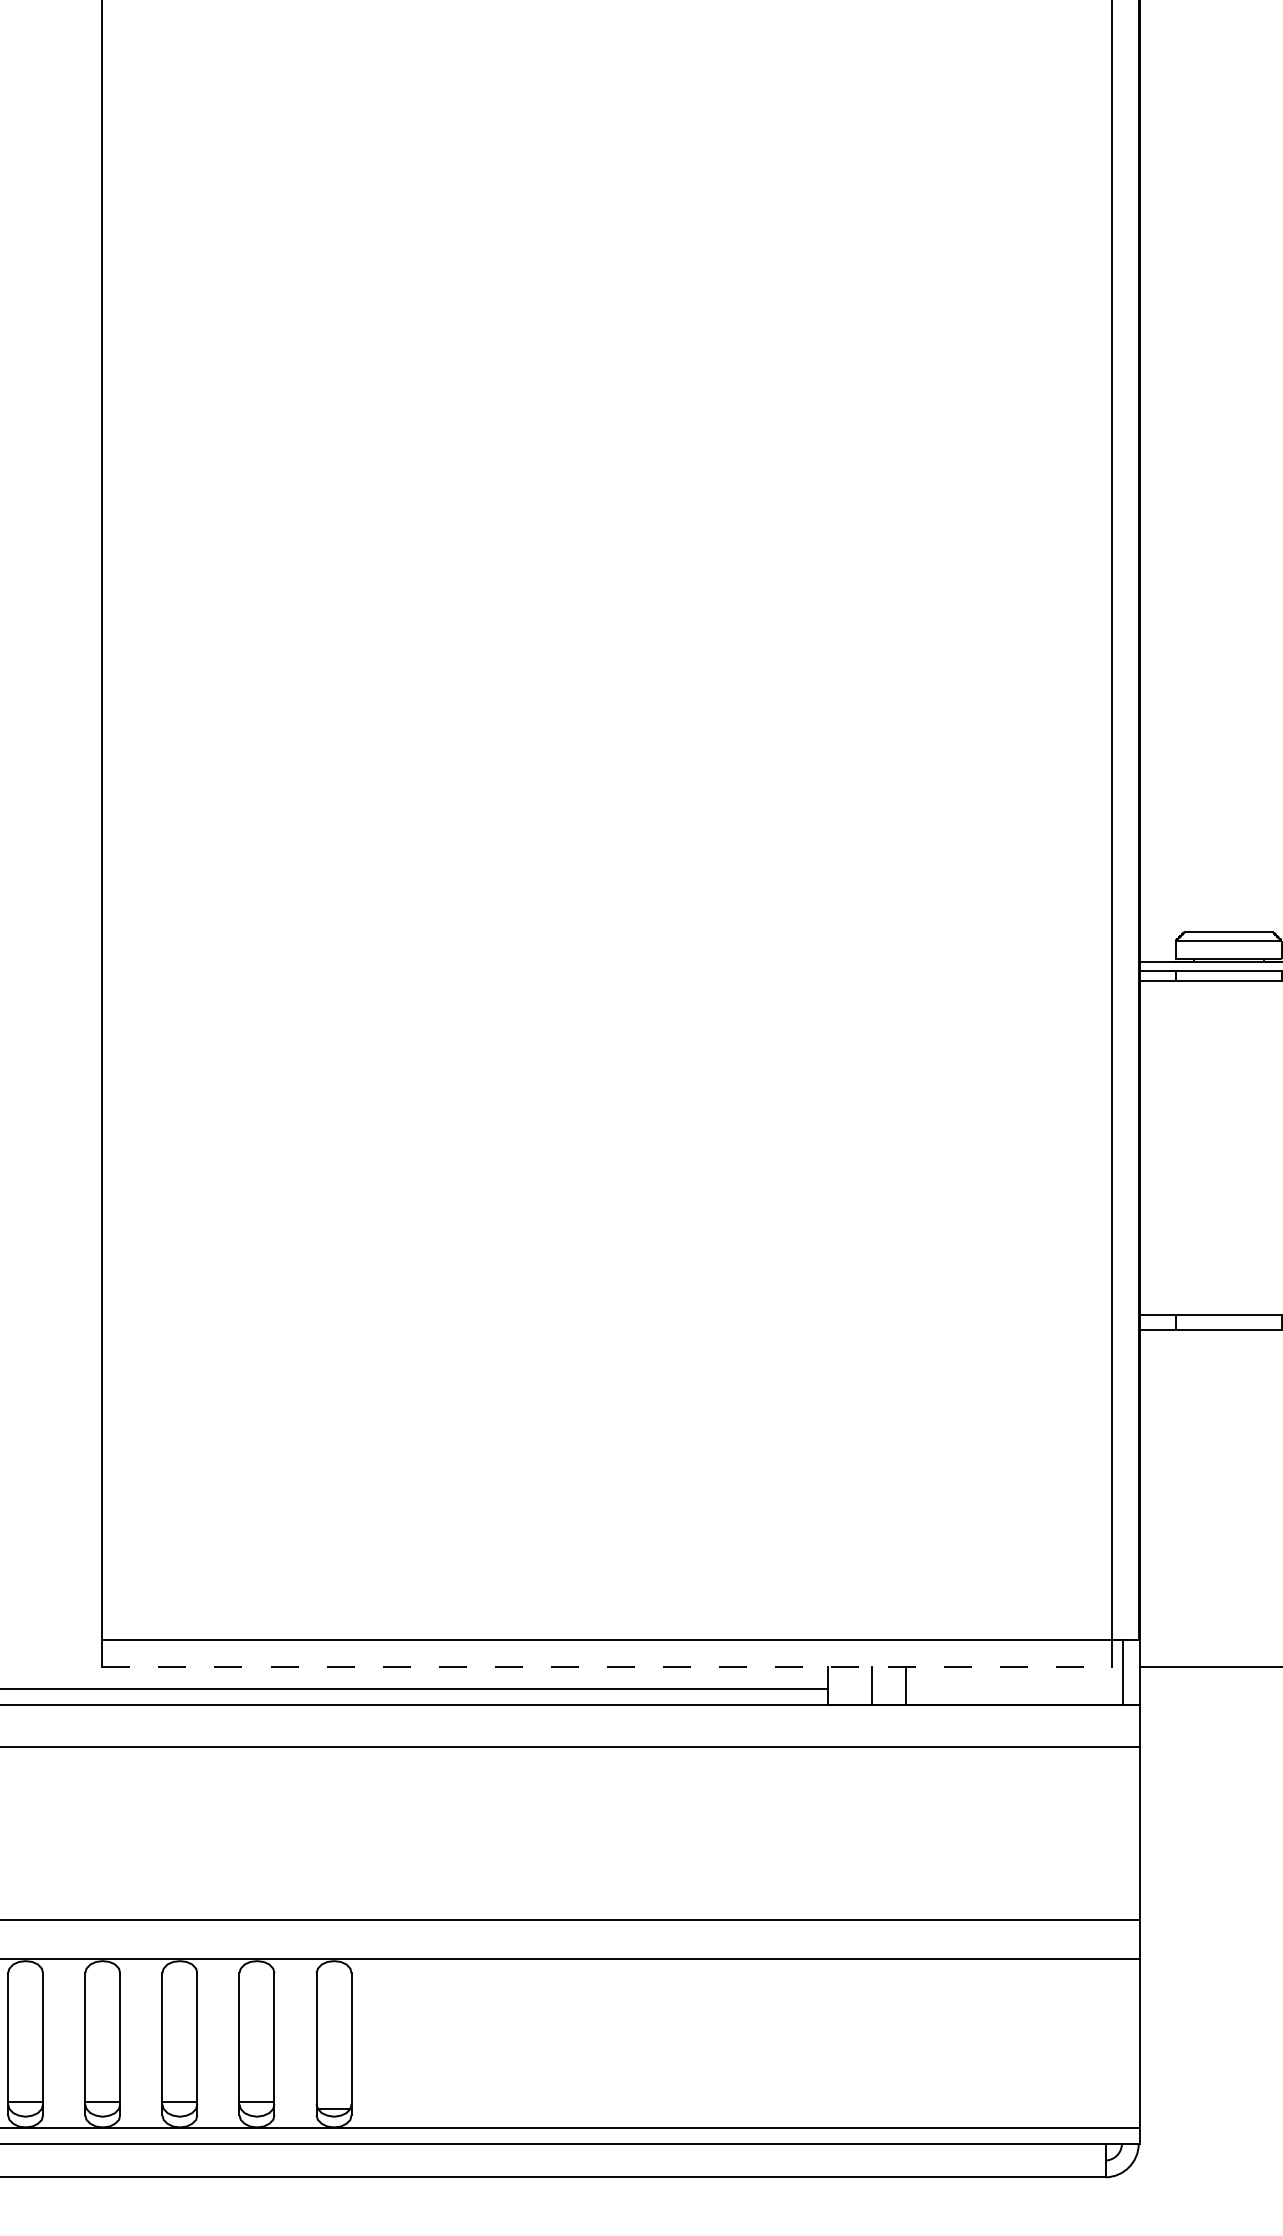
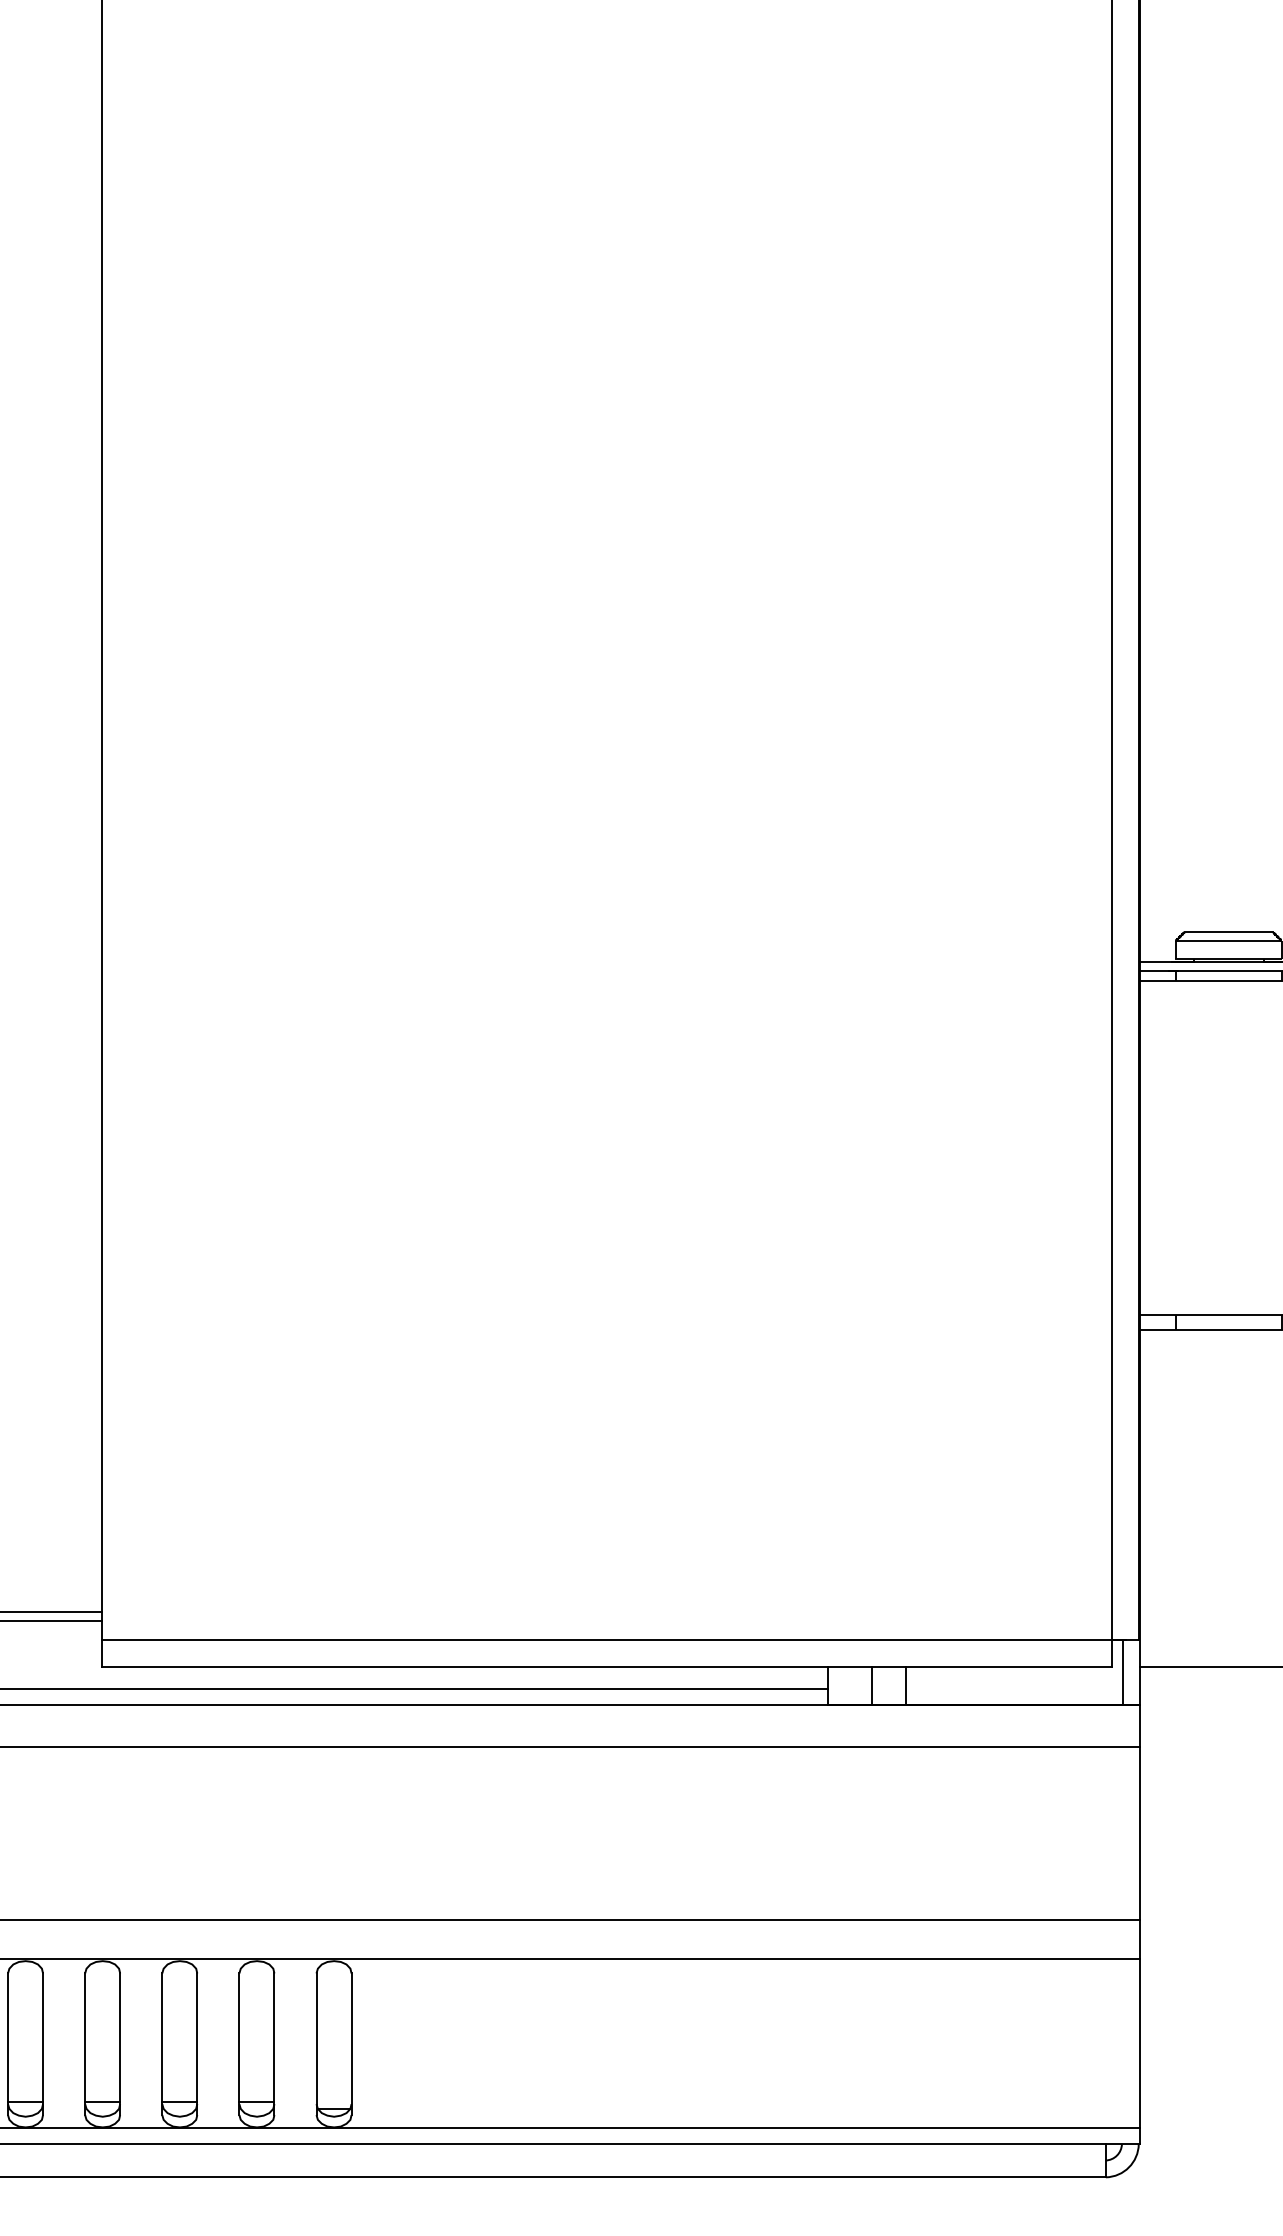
line at (52, 1611): none -> present
line at (52, 1621): none -> present
line at (607, 1667): dashed -> solid
